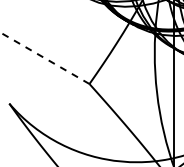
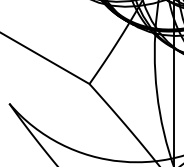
line at (44, 58): dashed -> solid
